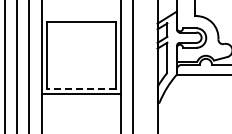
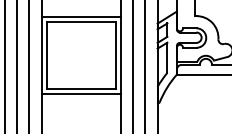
line at (80, 16): none -> present
line at (145, 66): none -> present
line at (81, 89): dashed -> solid
